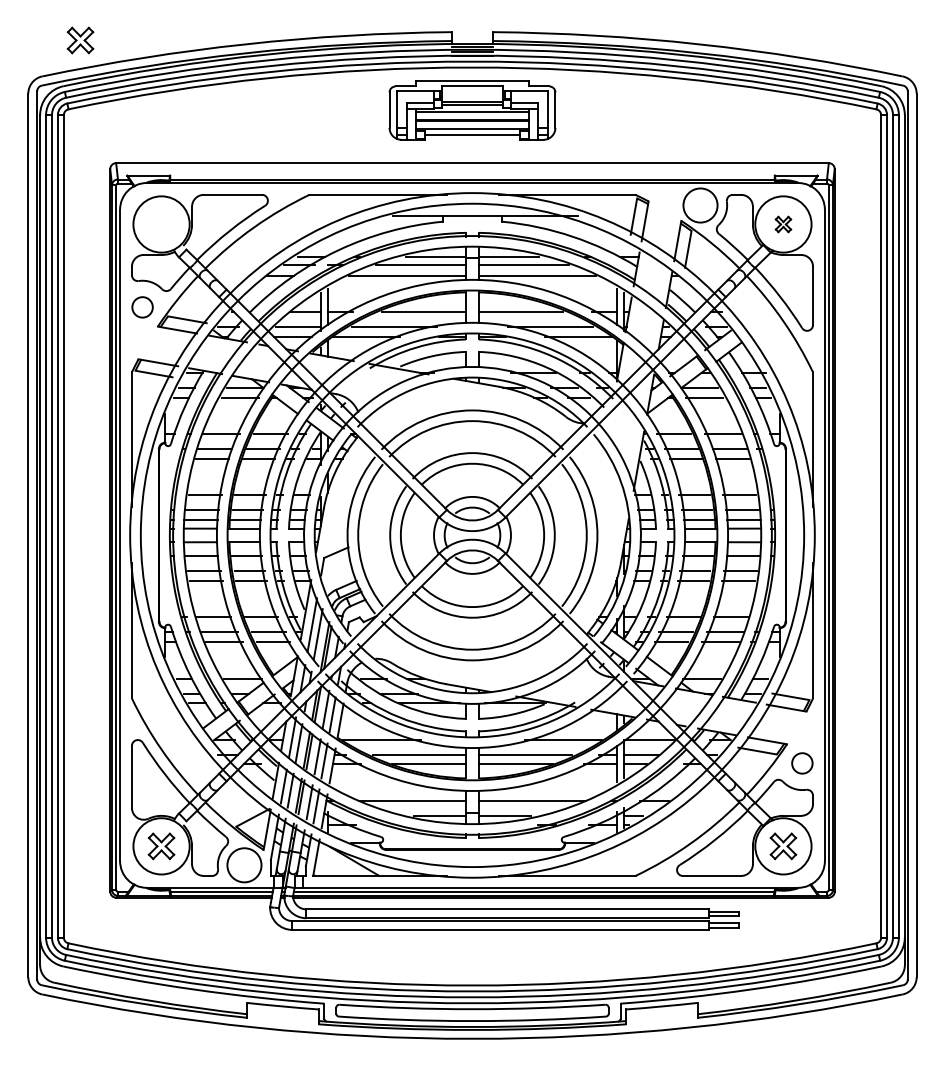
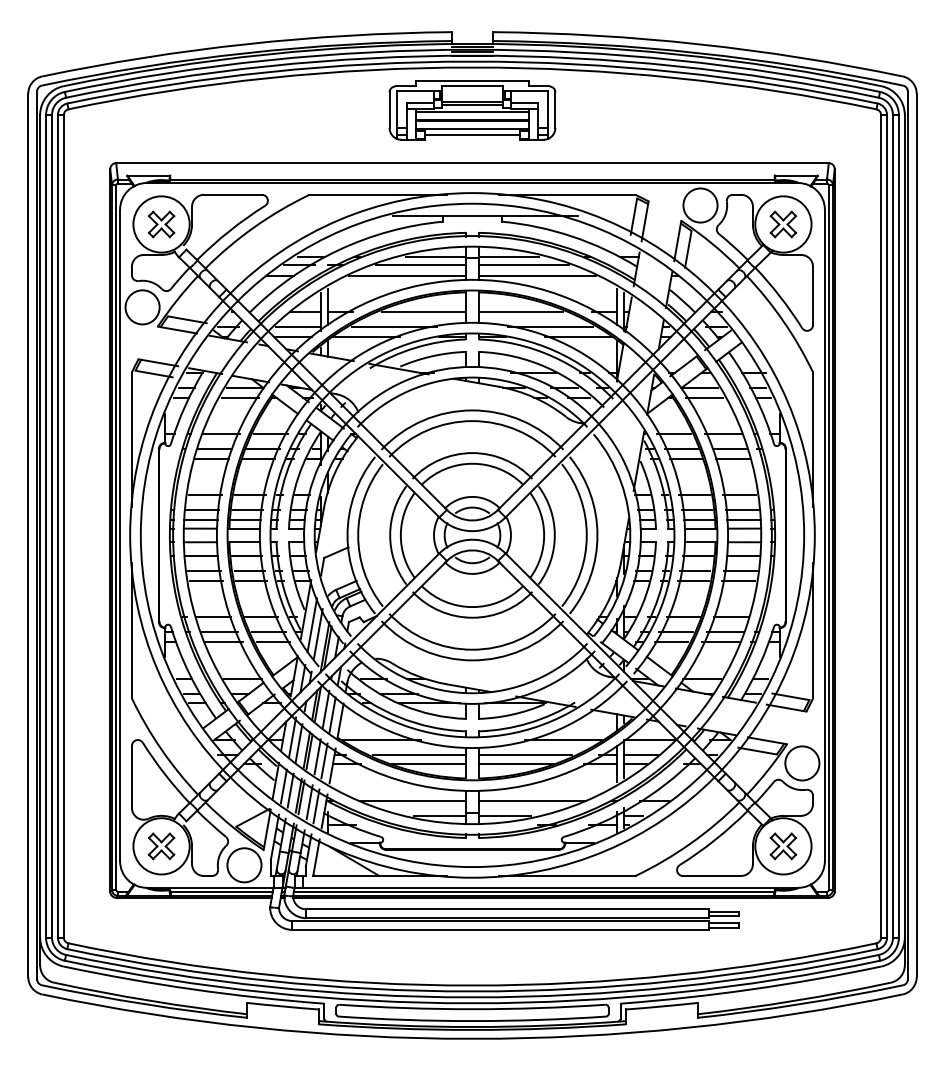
part at (80, 40) position: (80, 40) -> (161, 224)
part at (783, 224) size: 19x19 px -> 29x29 px
circle at (142, 307) diameter: 20 px -> 34 px
circle at (802, 763) diameter: 20 px -> 34 px
